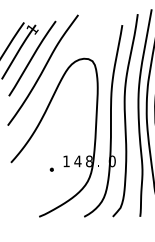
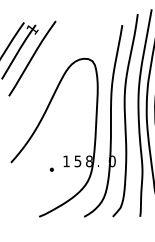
curve at (42, 69): present -> none
text at (77, 161): 4 -> 5
